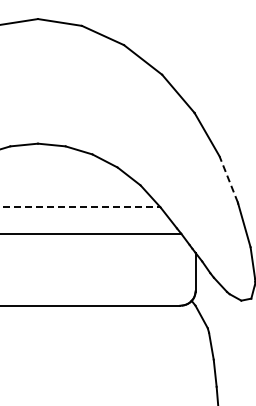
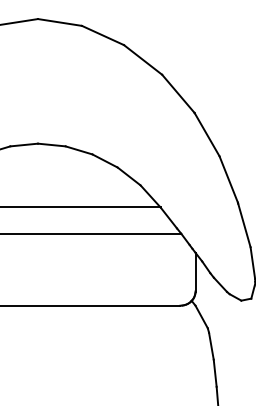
line at (228, 179): dashed -> solid
line at (80, 207): dashed -> solid
